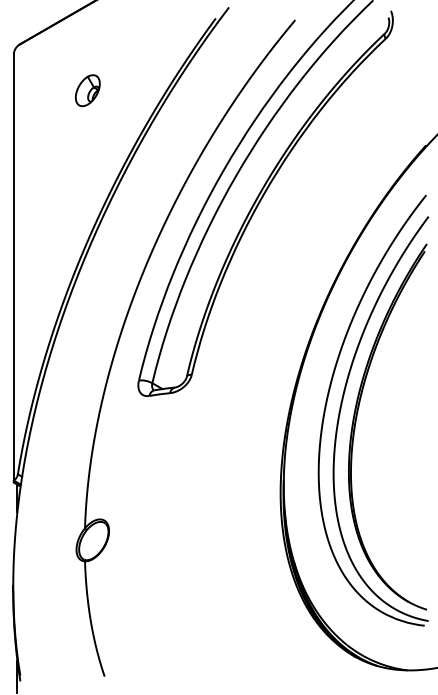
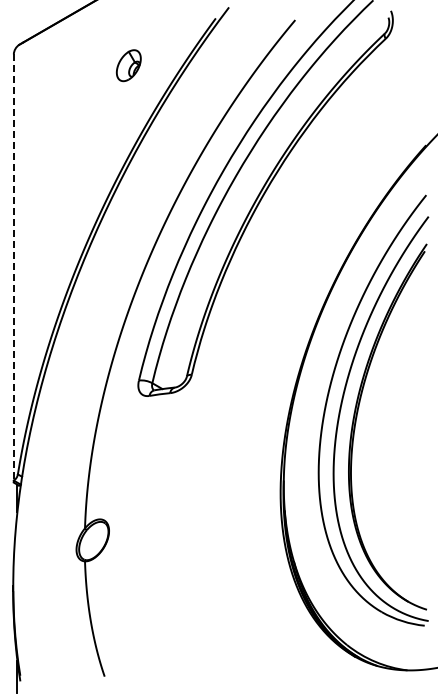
part at (87, 90) position: (87, 90) -> (128, 65)
line at (13, 268): solid -> dashed
